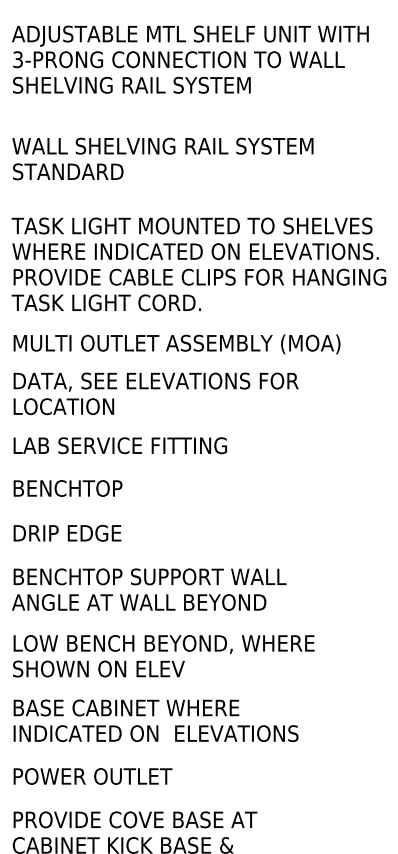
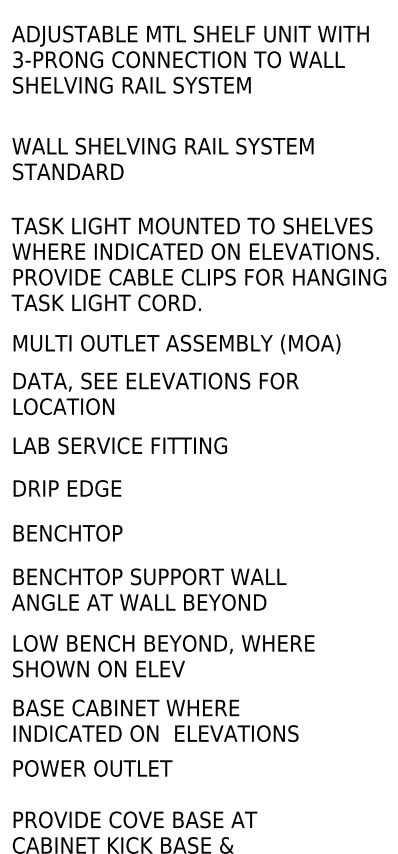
text at (68, 488): BENCHTOP -> DRIP EDGE
text at (68, 532): DRIP EDGE -> BENCHTOP
text at (92, 776) position: (92, 776) -> (92, 768)
